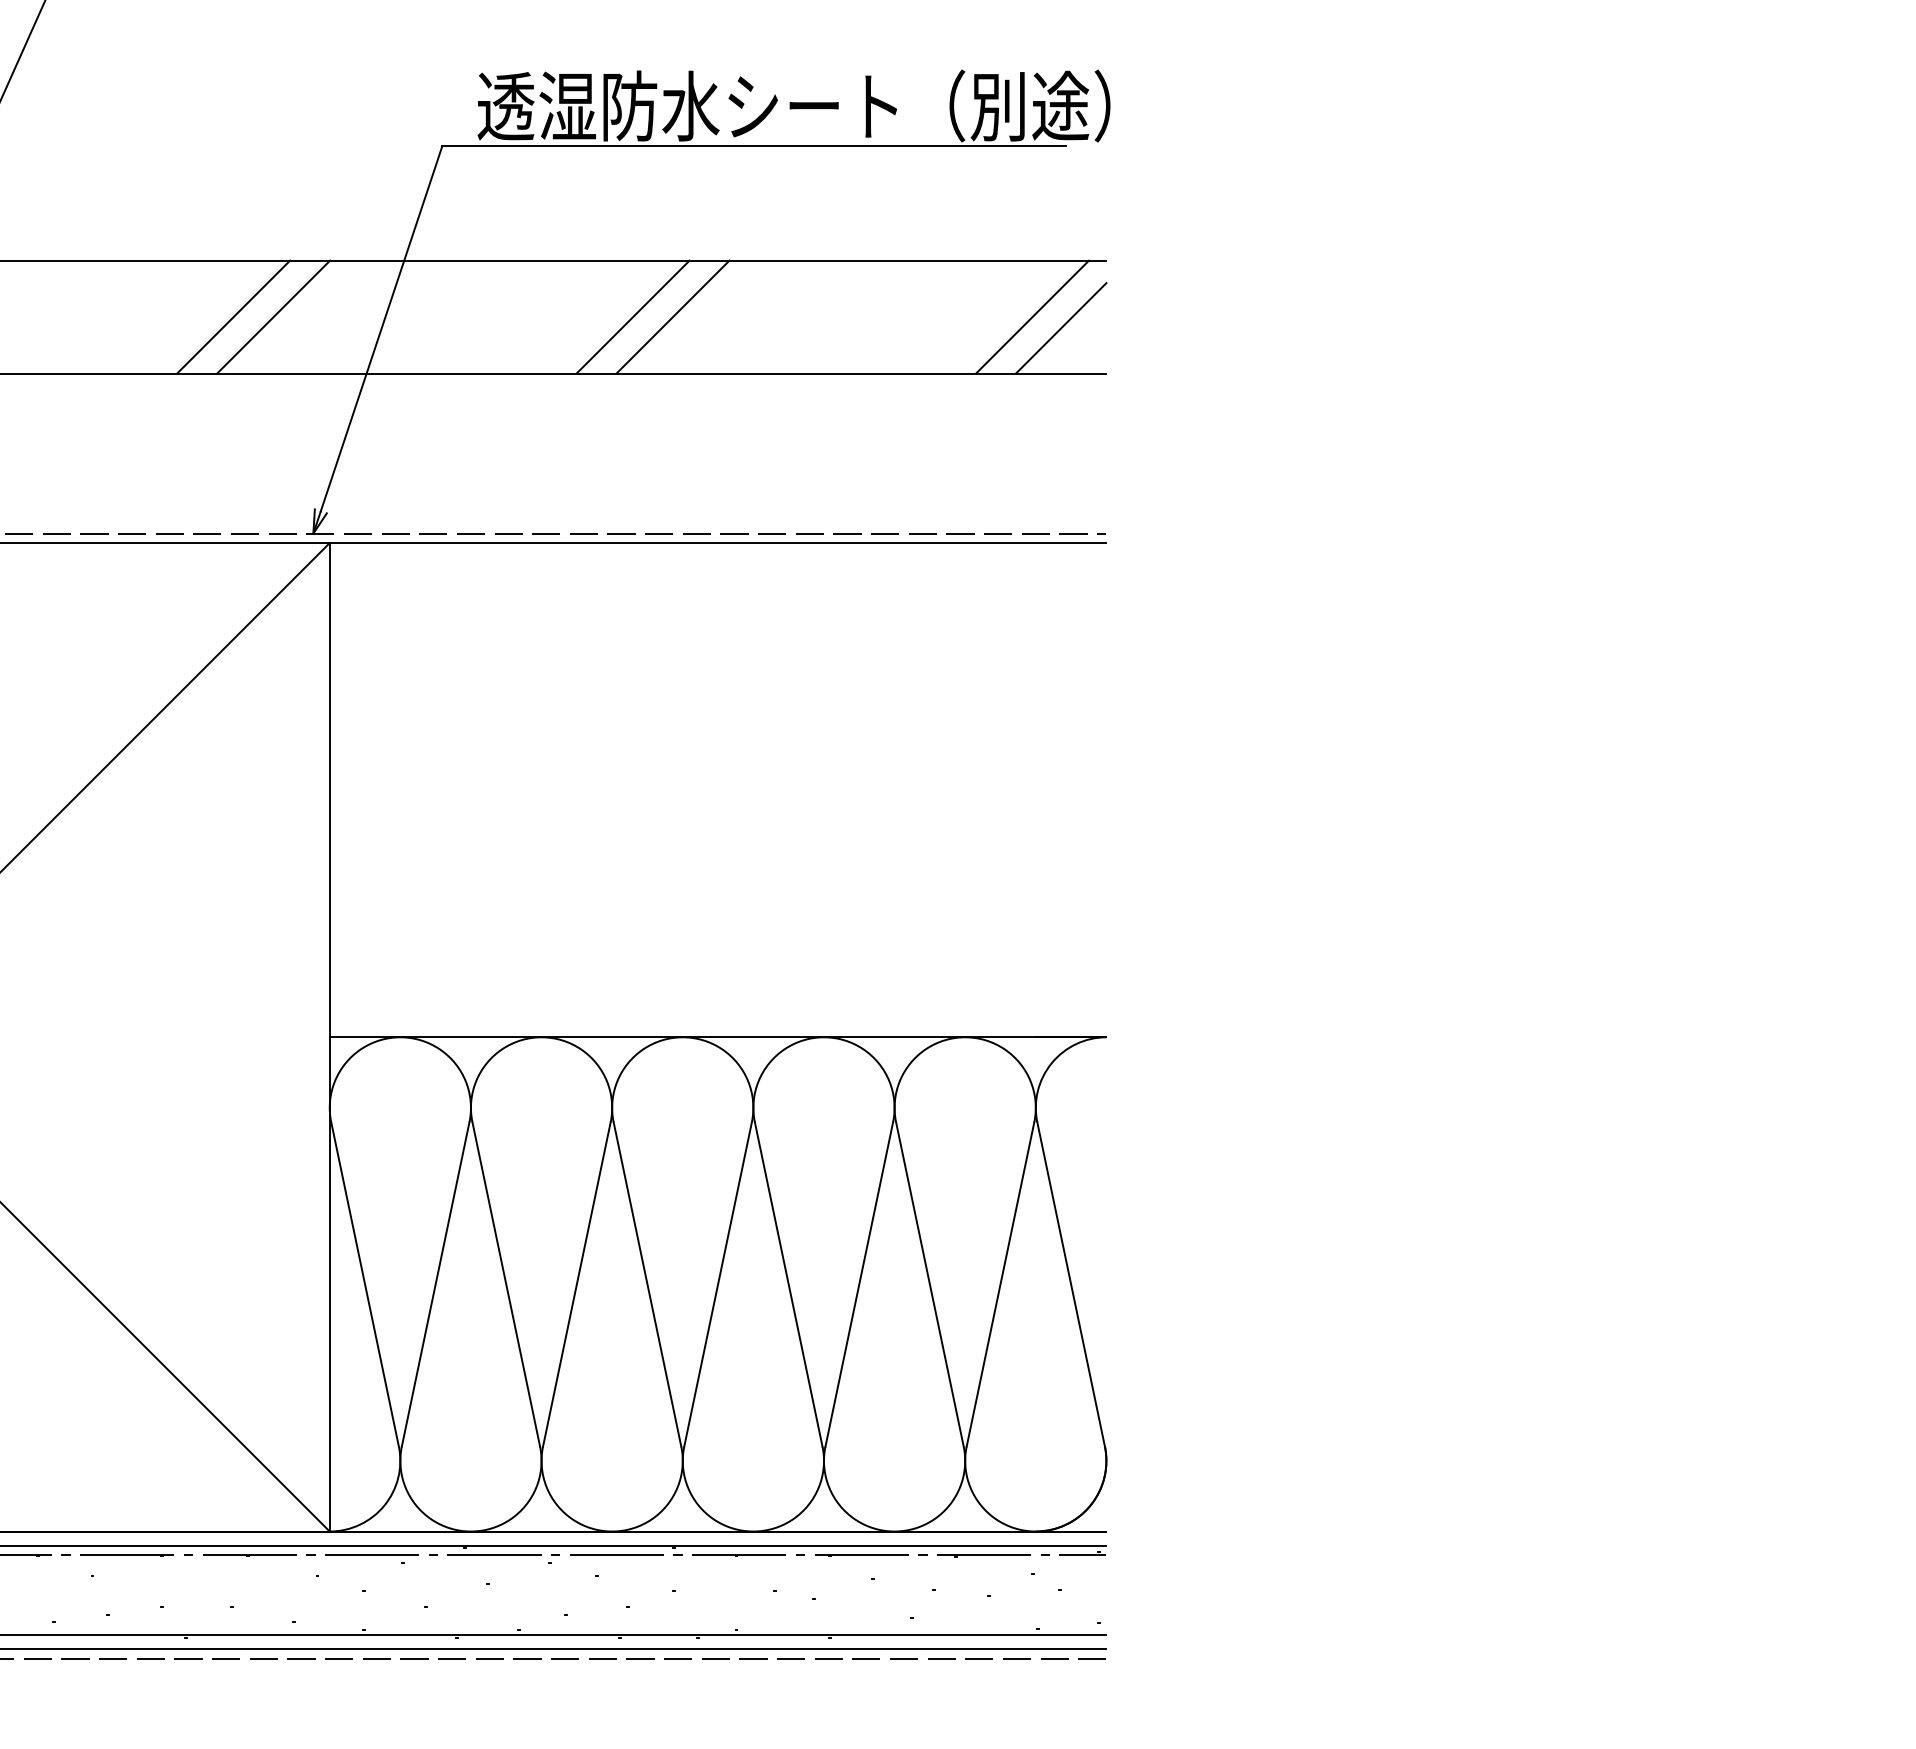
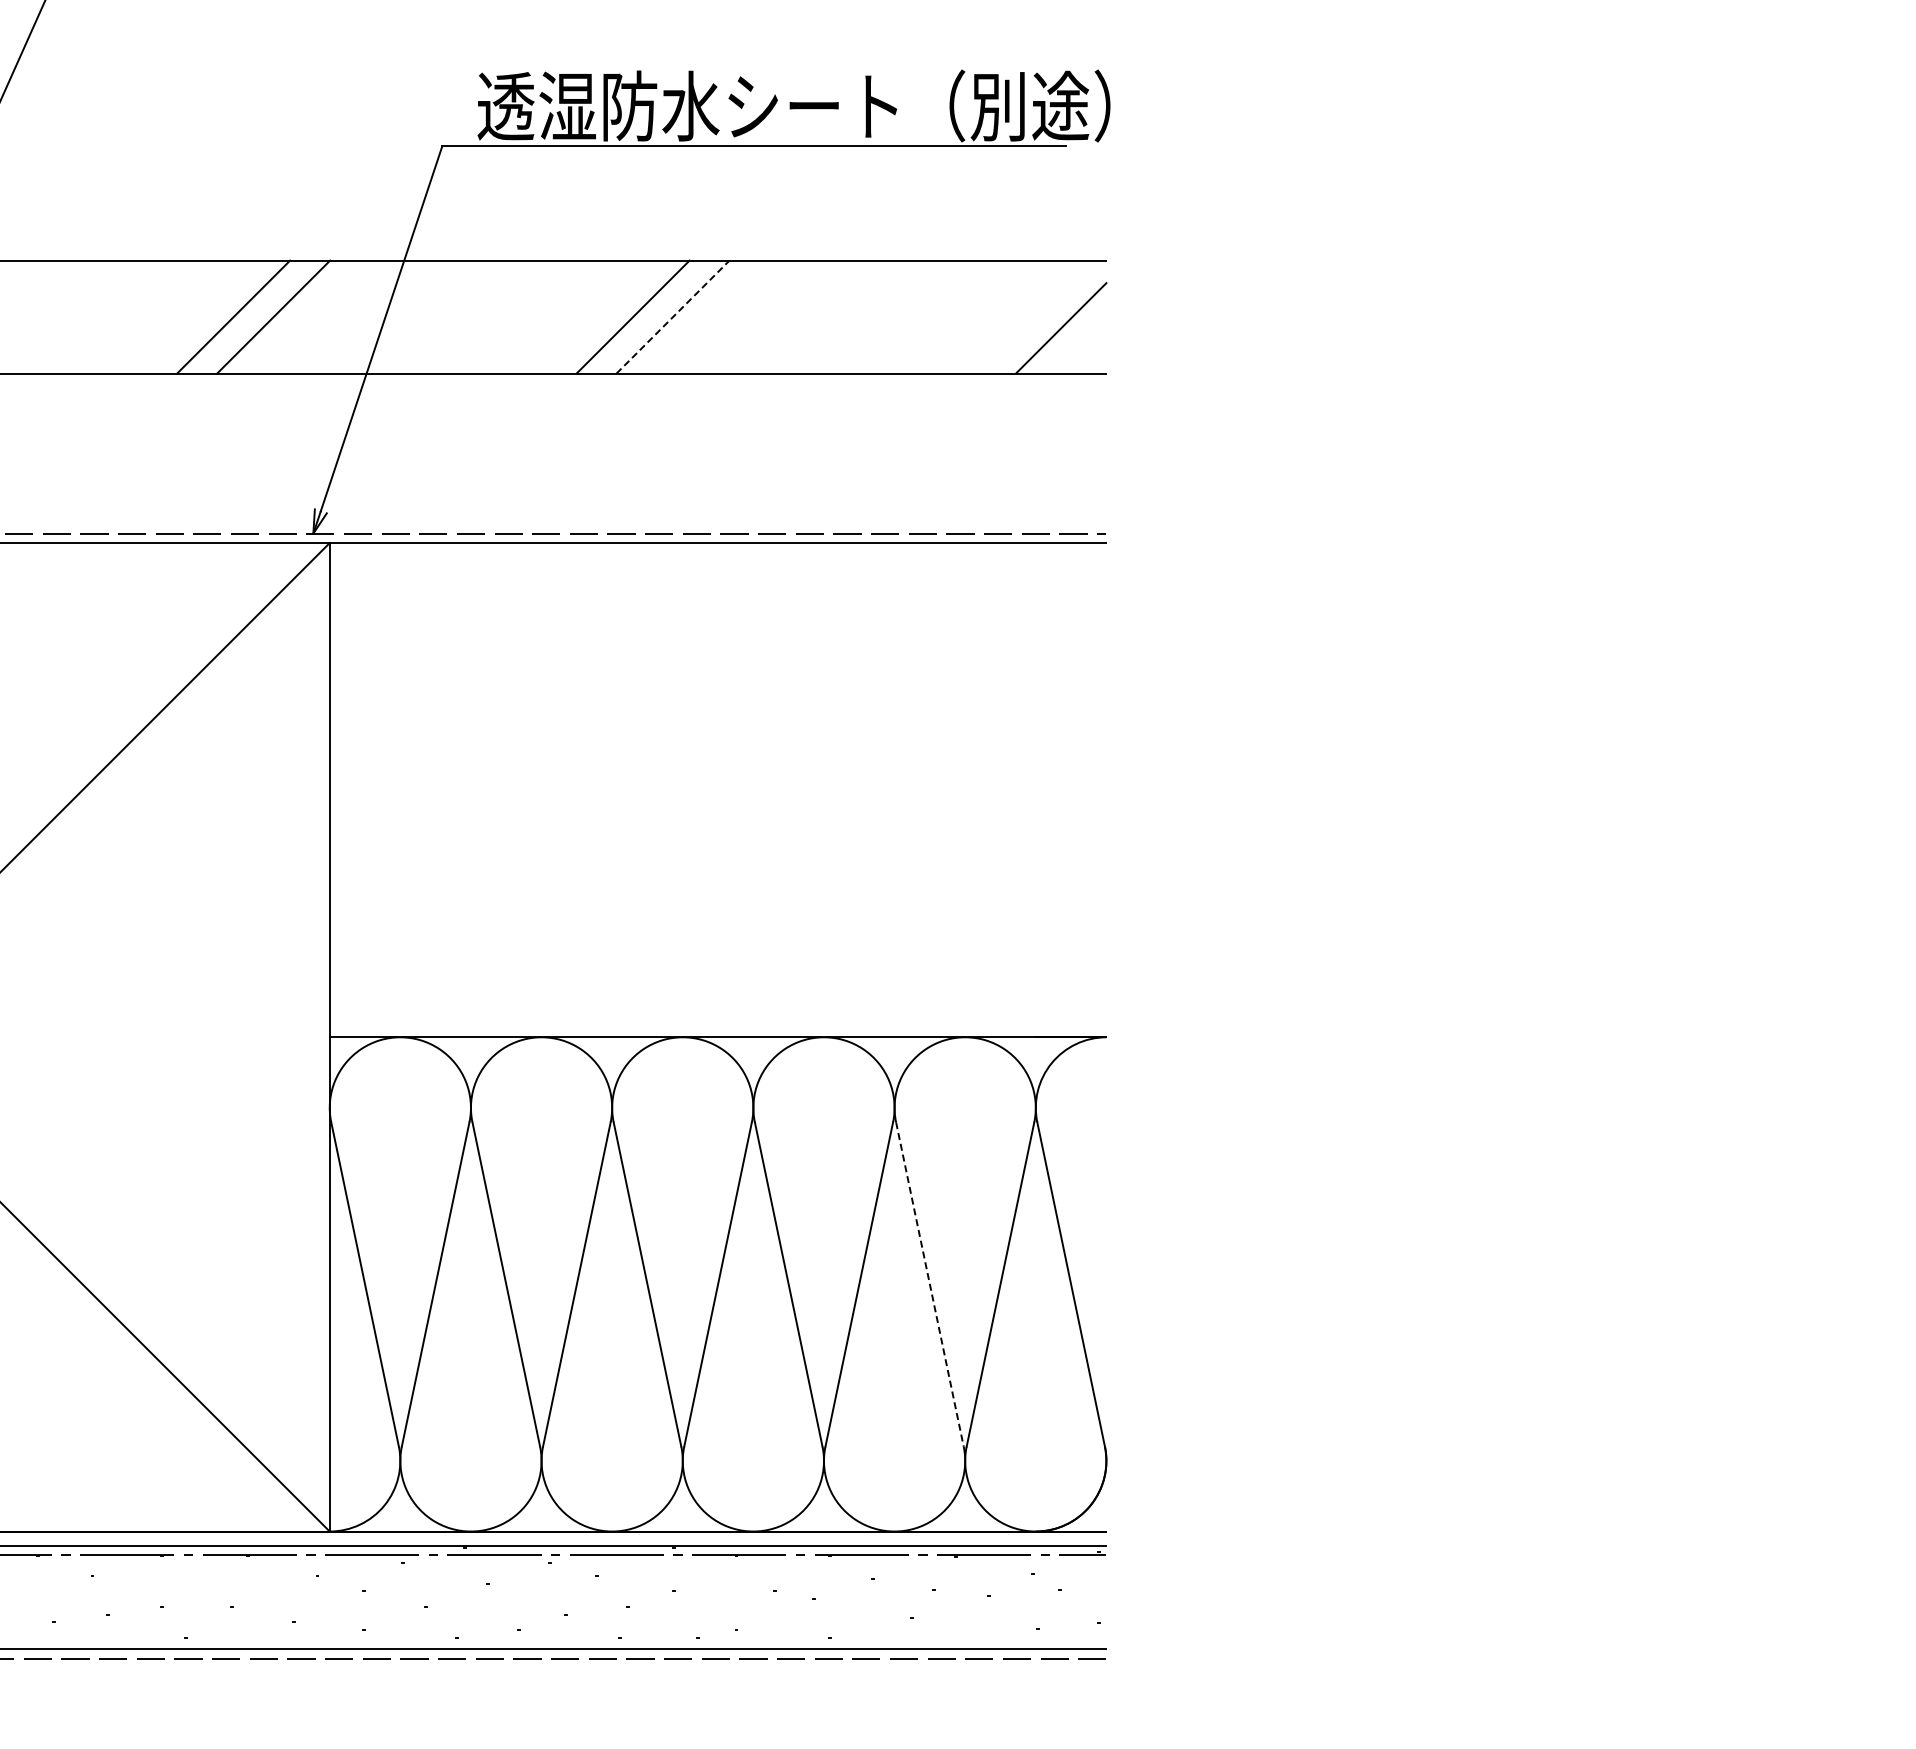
line at (1032, 316): present -> none
line at (672, 317): solid -> dashed
line at (929, 1284): solid -> dashed
line at (554, 1635): present -> none
